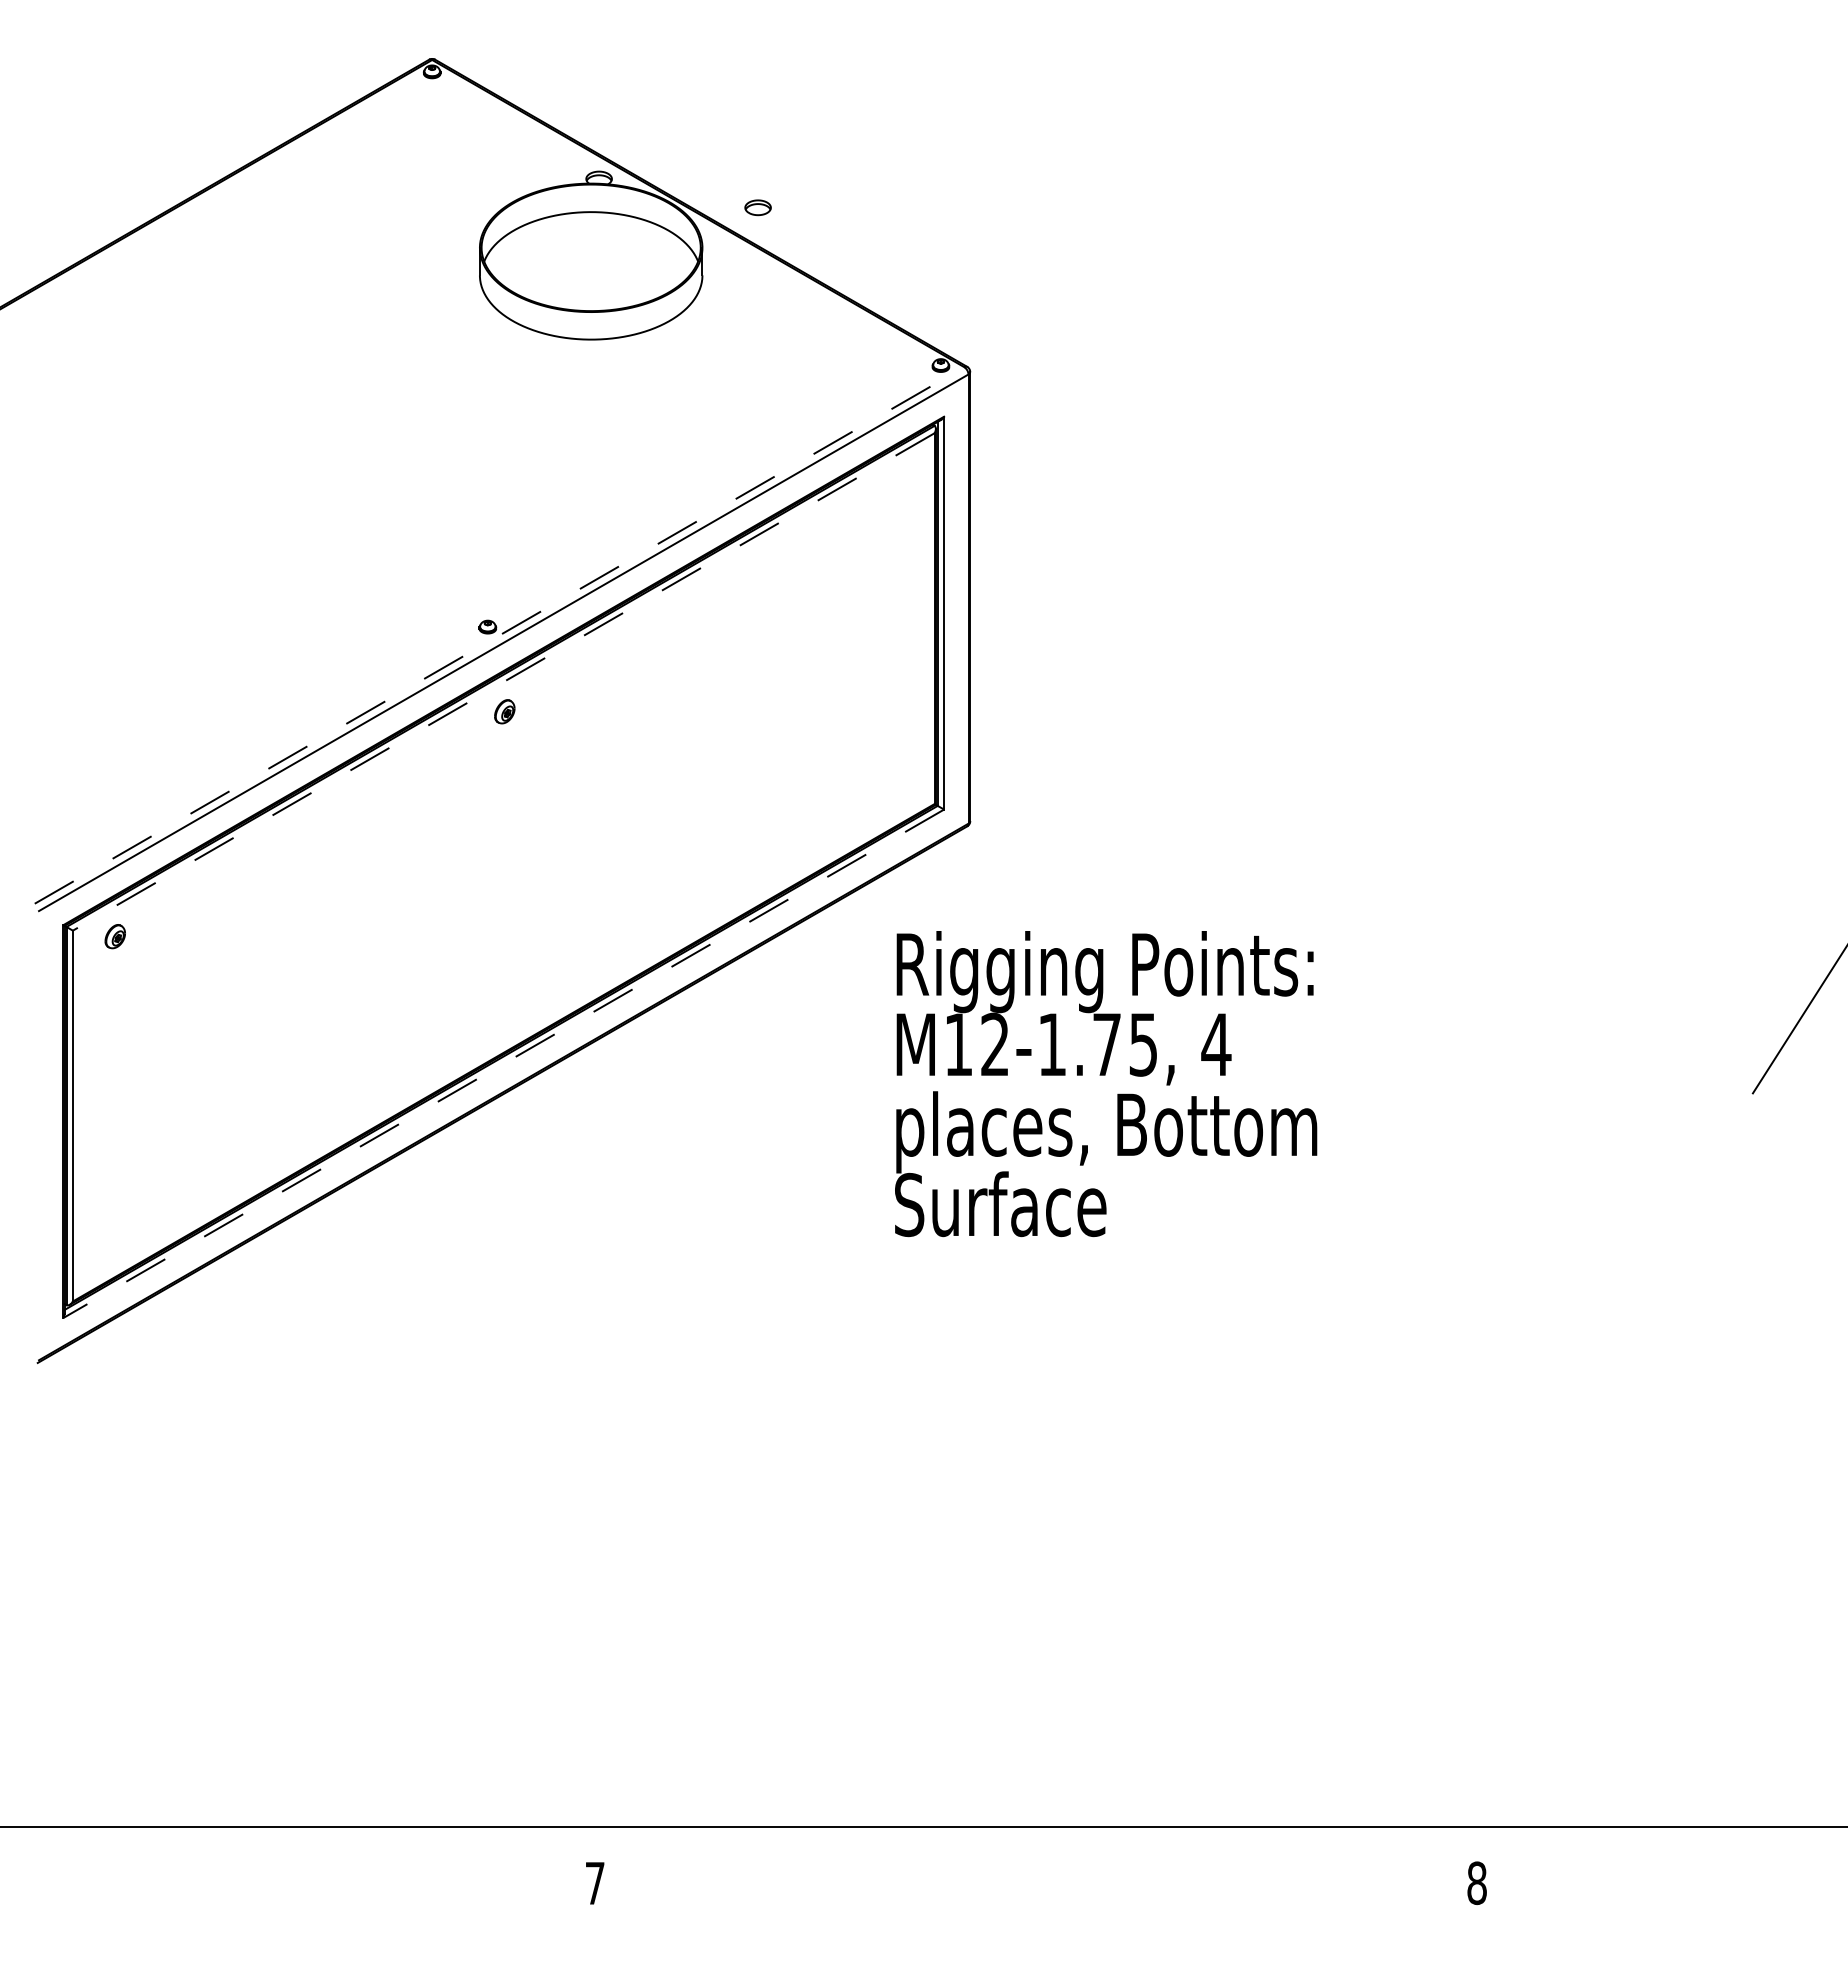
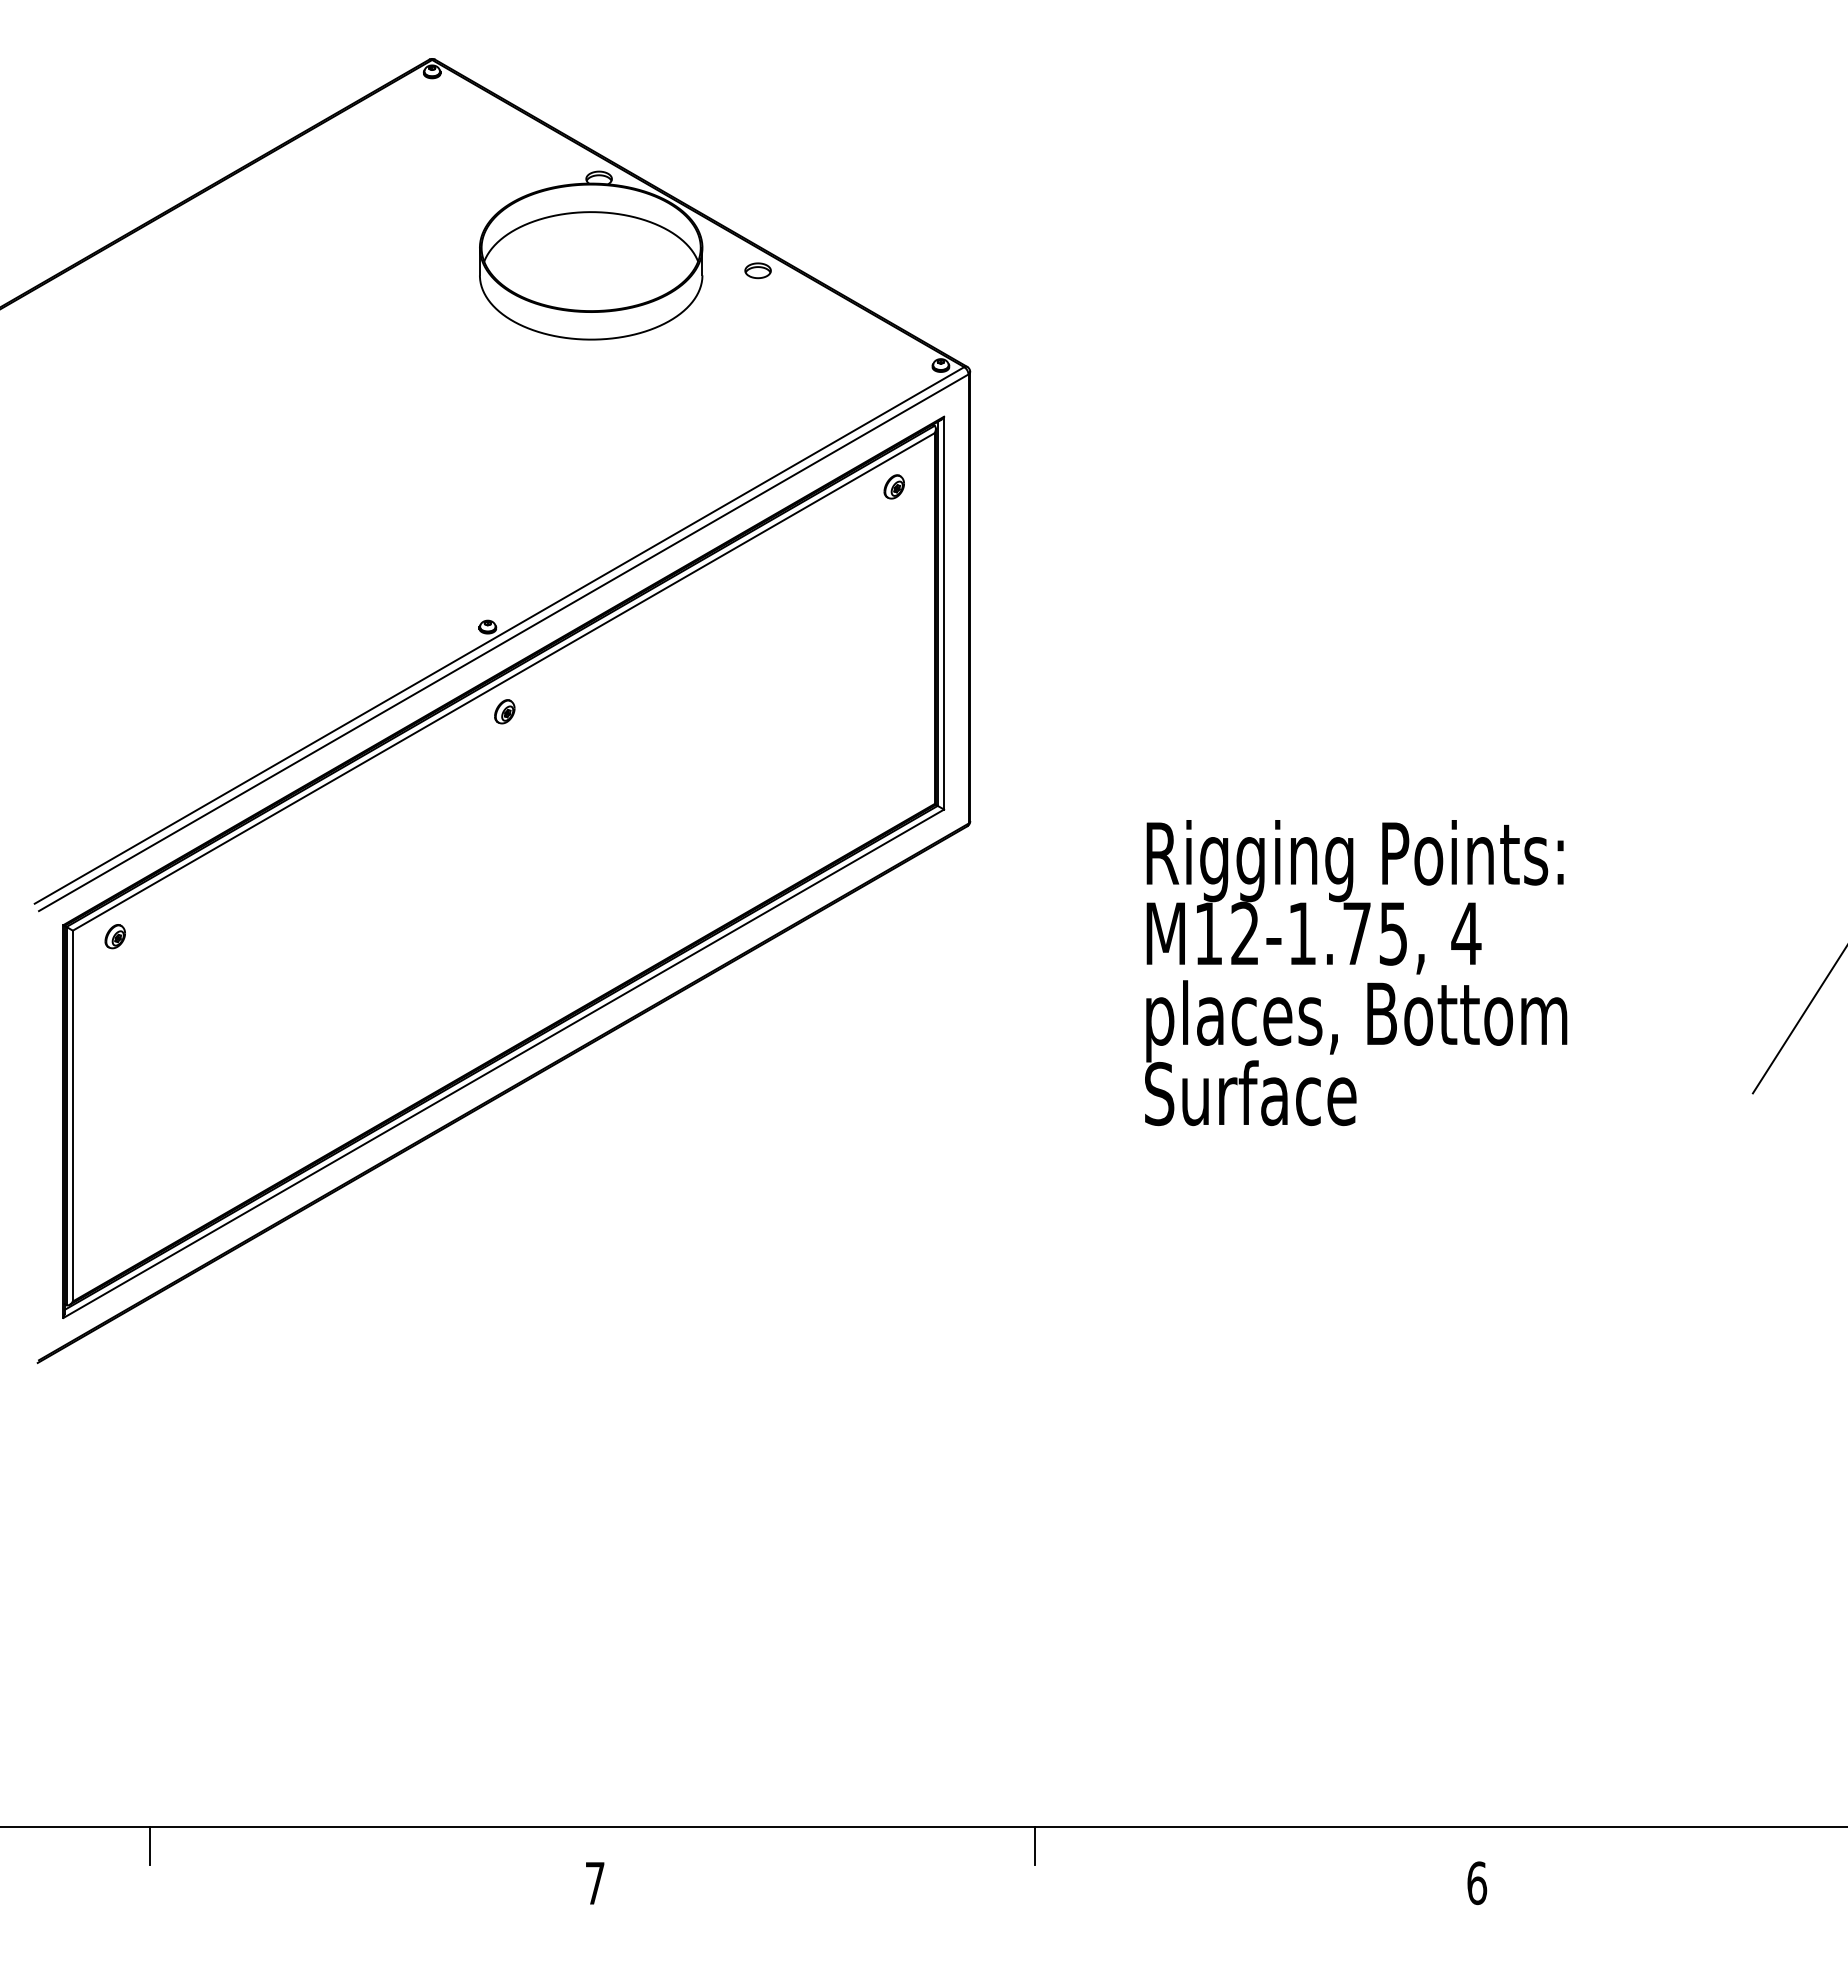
part at (757, 207) position: (757, 207) -> (757, 270)
part at (893, 486): none -> present
line at (499, 635): dashed -> solid
line at (503, 682): dashed -> solid
line at (503, 1064): dashed -> solid
text at (1106, 1084) position: (1106, 1084) -> (1356, 973)
line at (149, 1845): none -> present
line at (1035, 1845): none -> present
text at (1477, 1882): 8 -> 6
